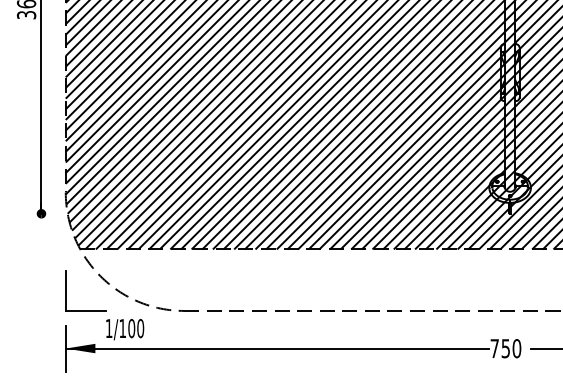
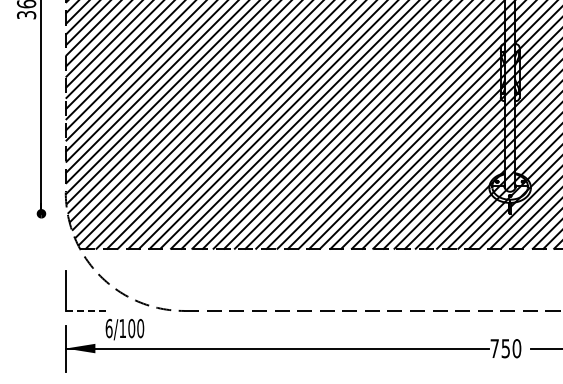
line at (85, 310): solid -> dashed
text at (108, 328): 1/100 -> 6/100
